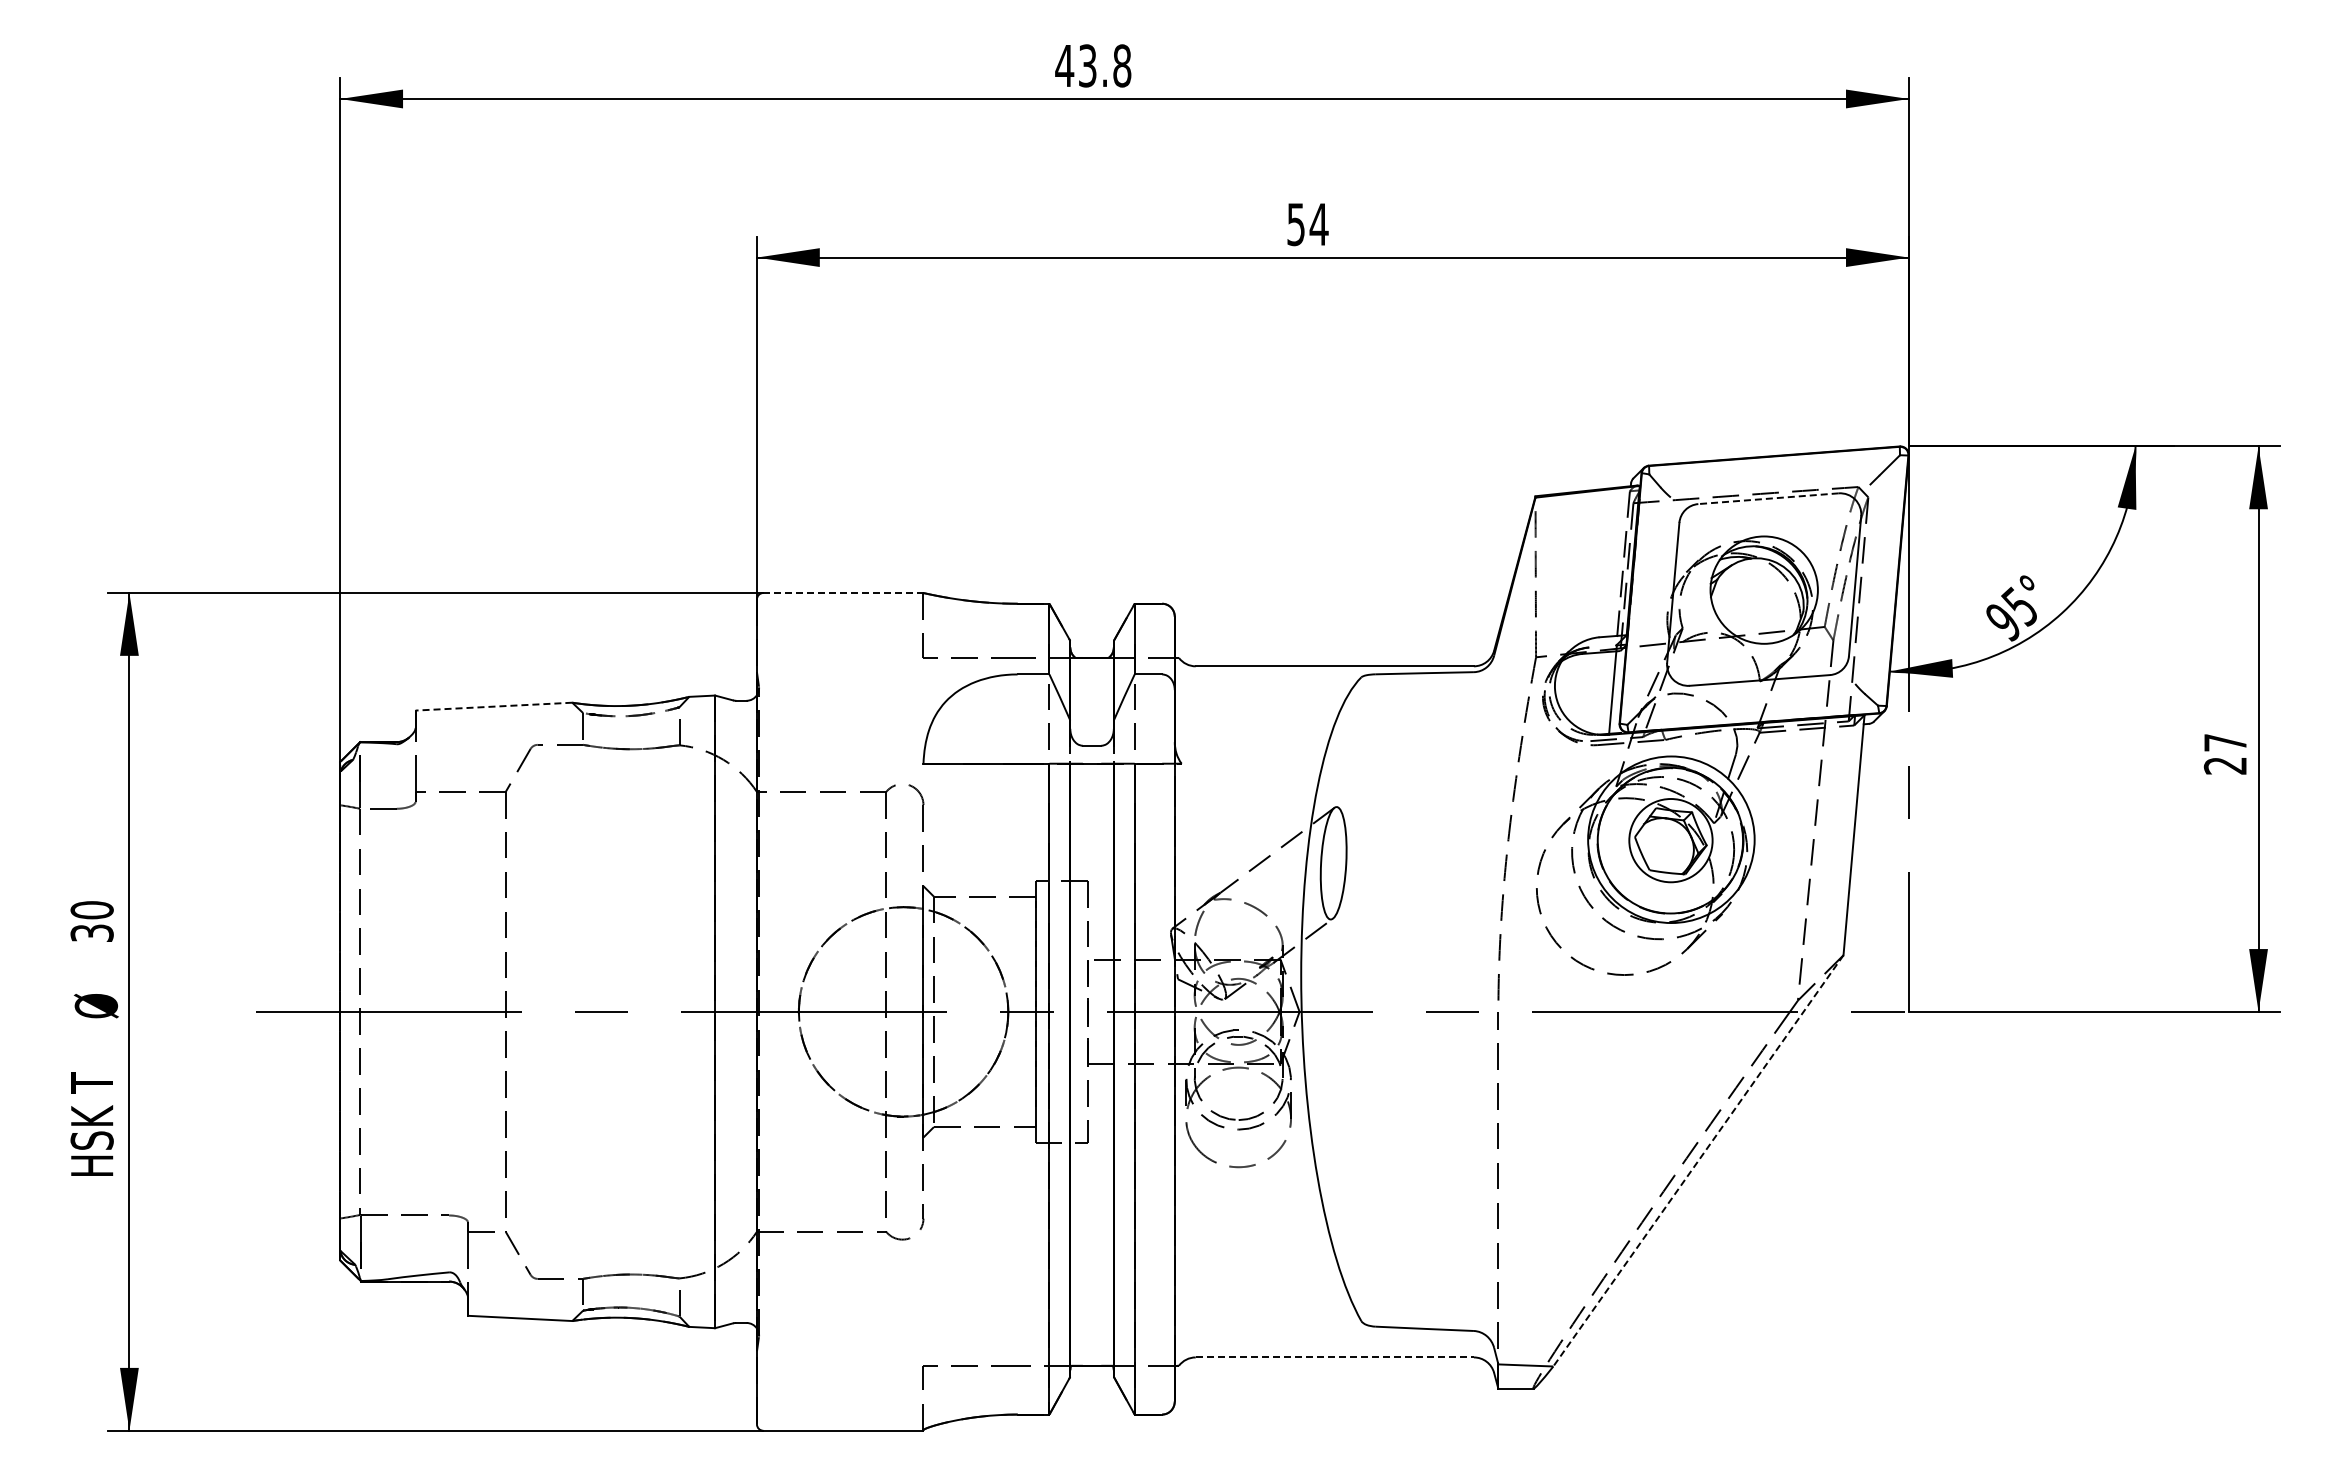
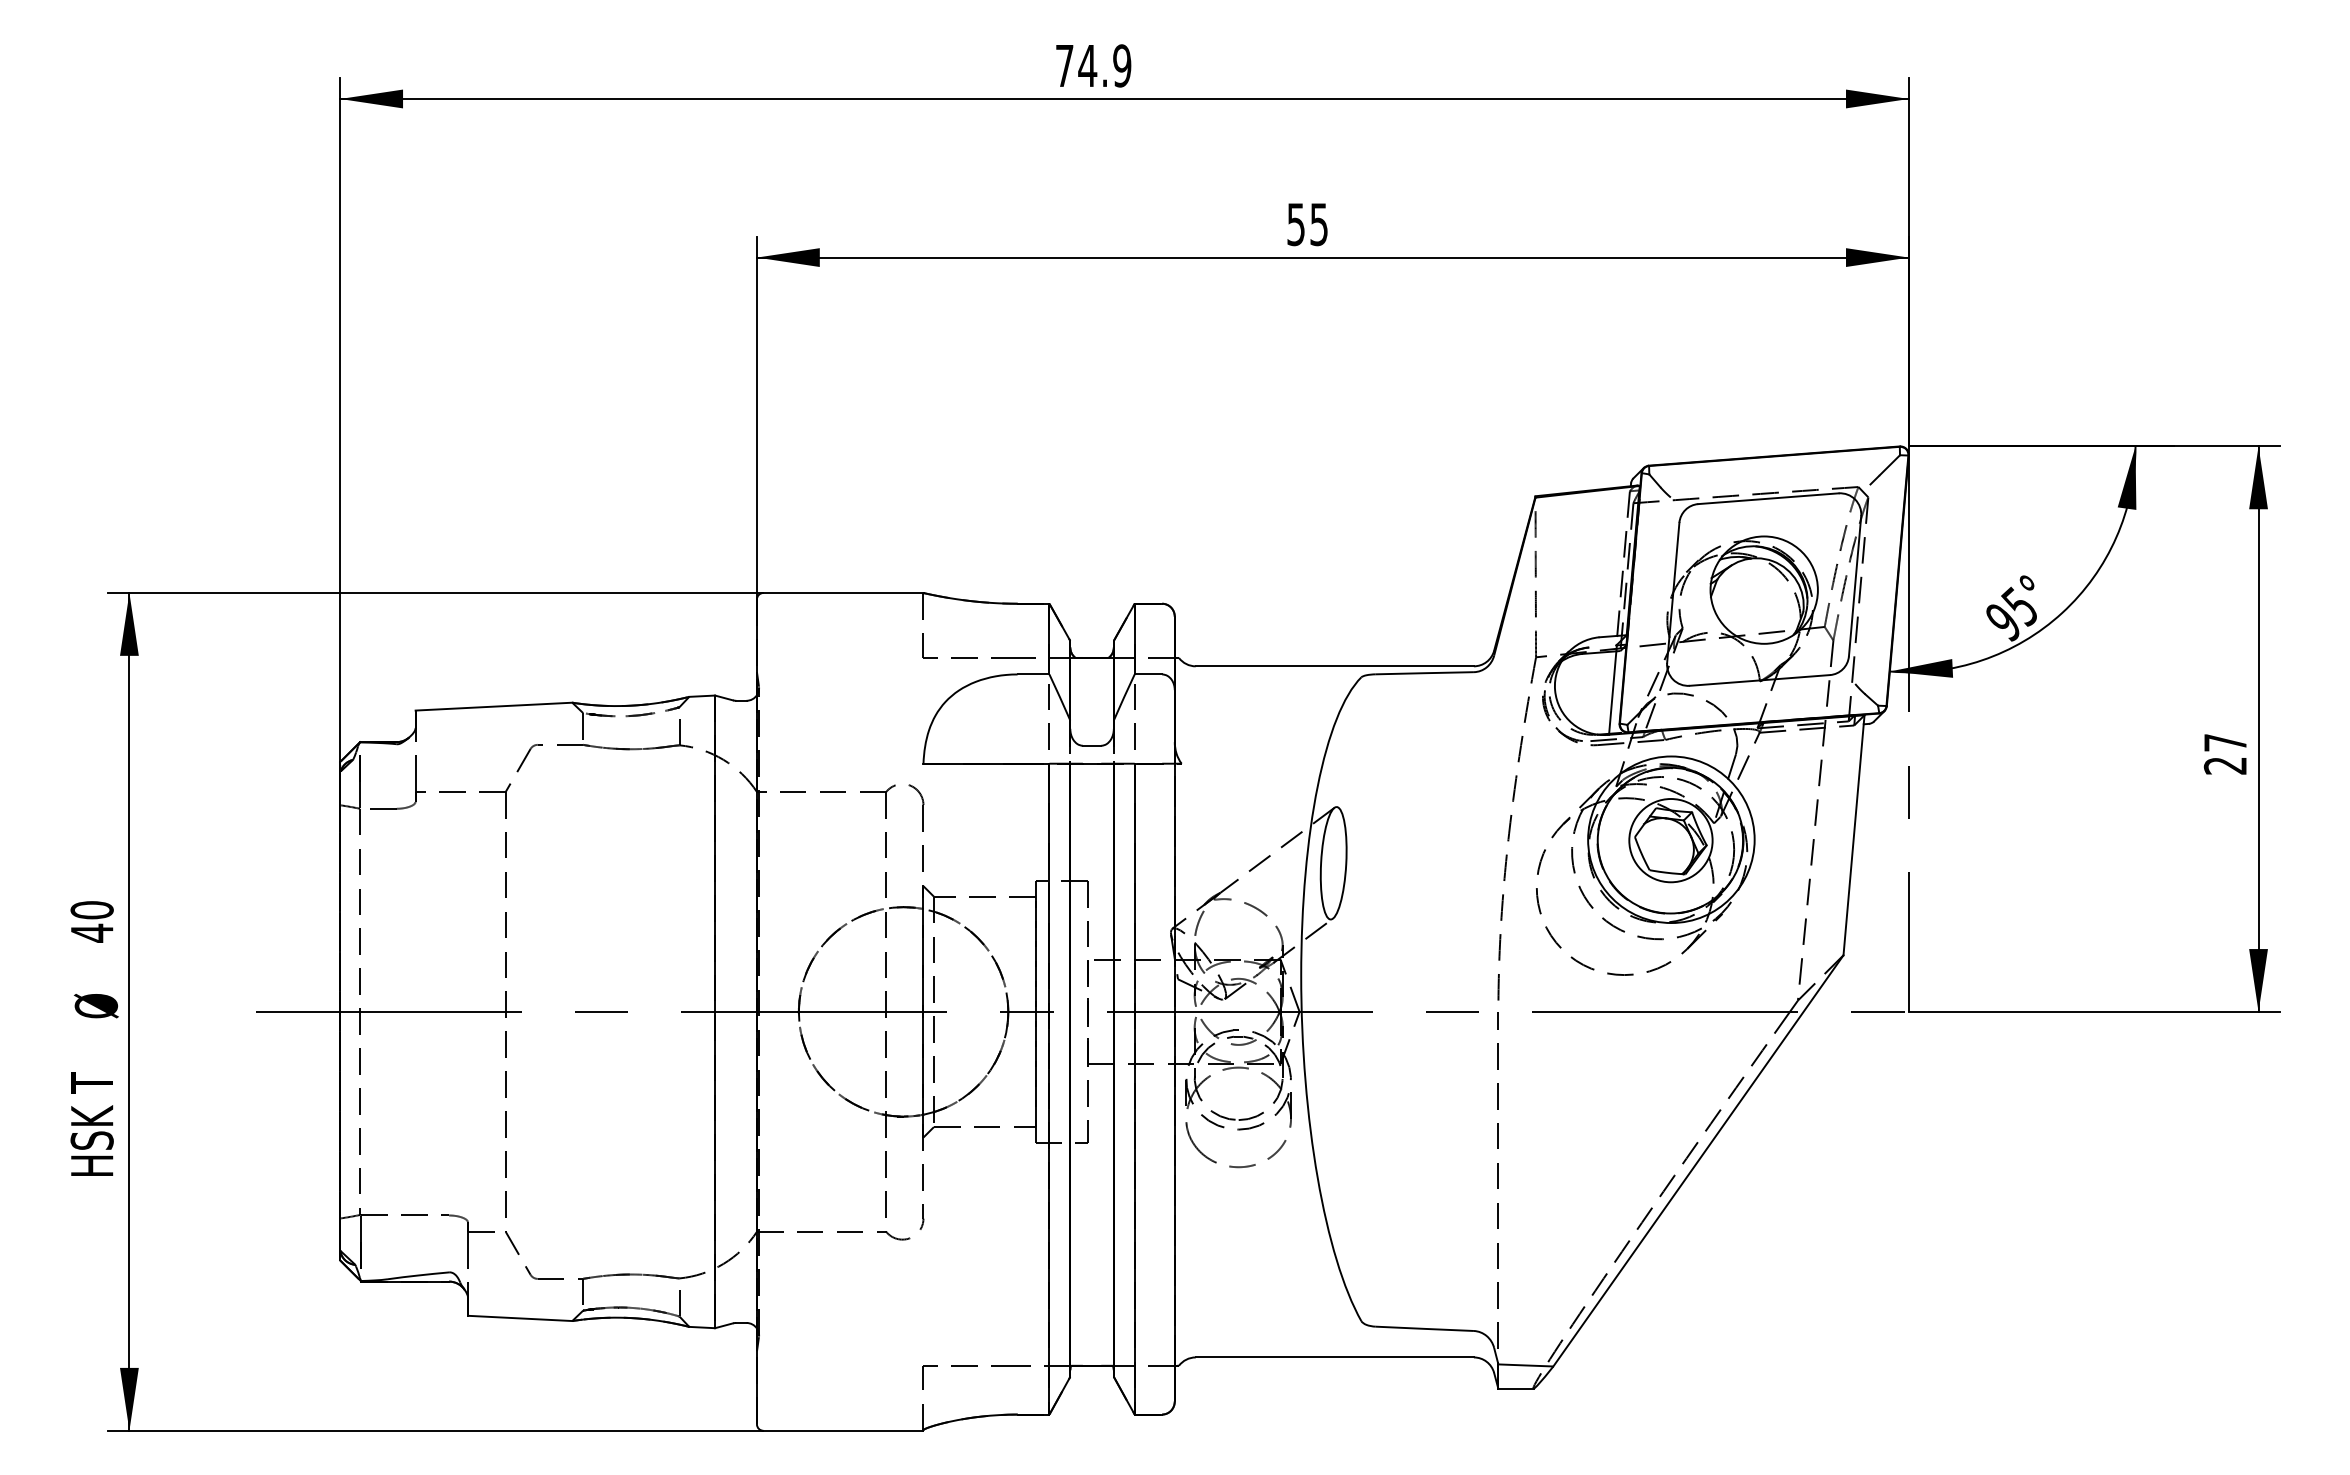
text at (1093, 65): 43.8 -> 74.9
text at (1318, 224): 54 -> 55
line at (1768, 498): dashed -> solid
line at (842, 593): dashed -> solid
line at (493, 706): dashed -> solid
text at (91, 932): 30 -> 40
line at (1698, 1160): dashed -> solid
line at (1335, 1357): dashed -> solid
